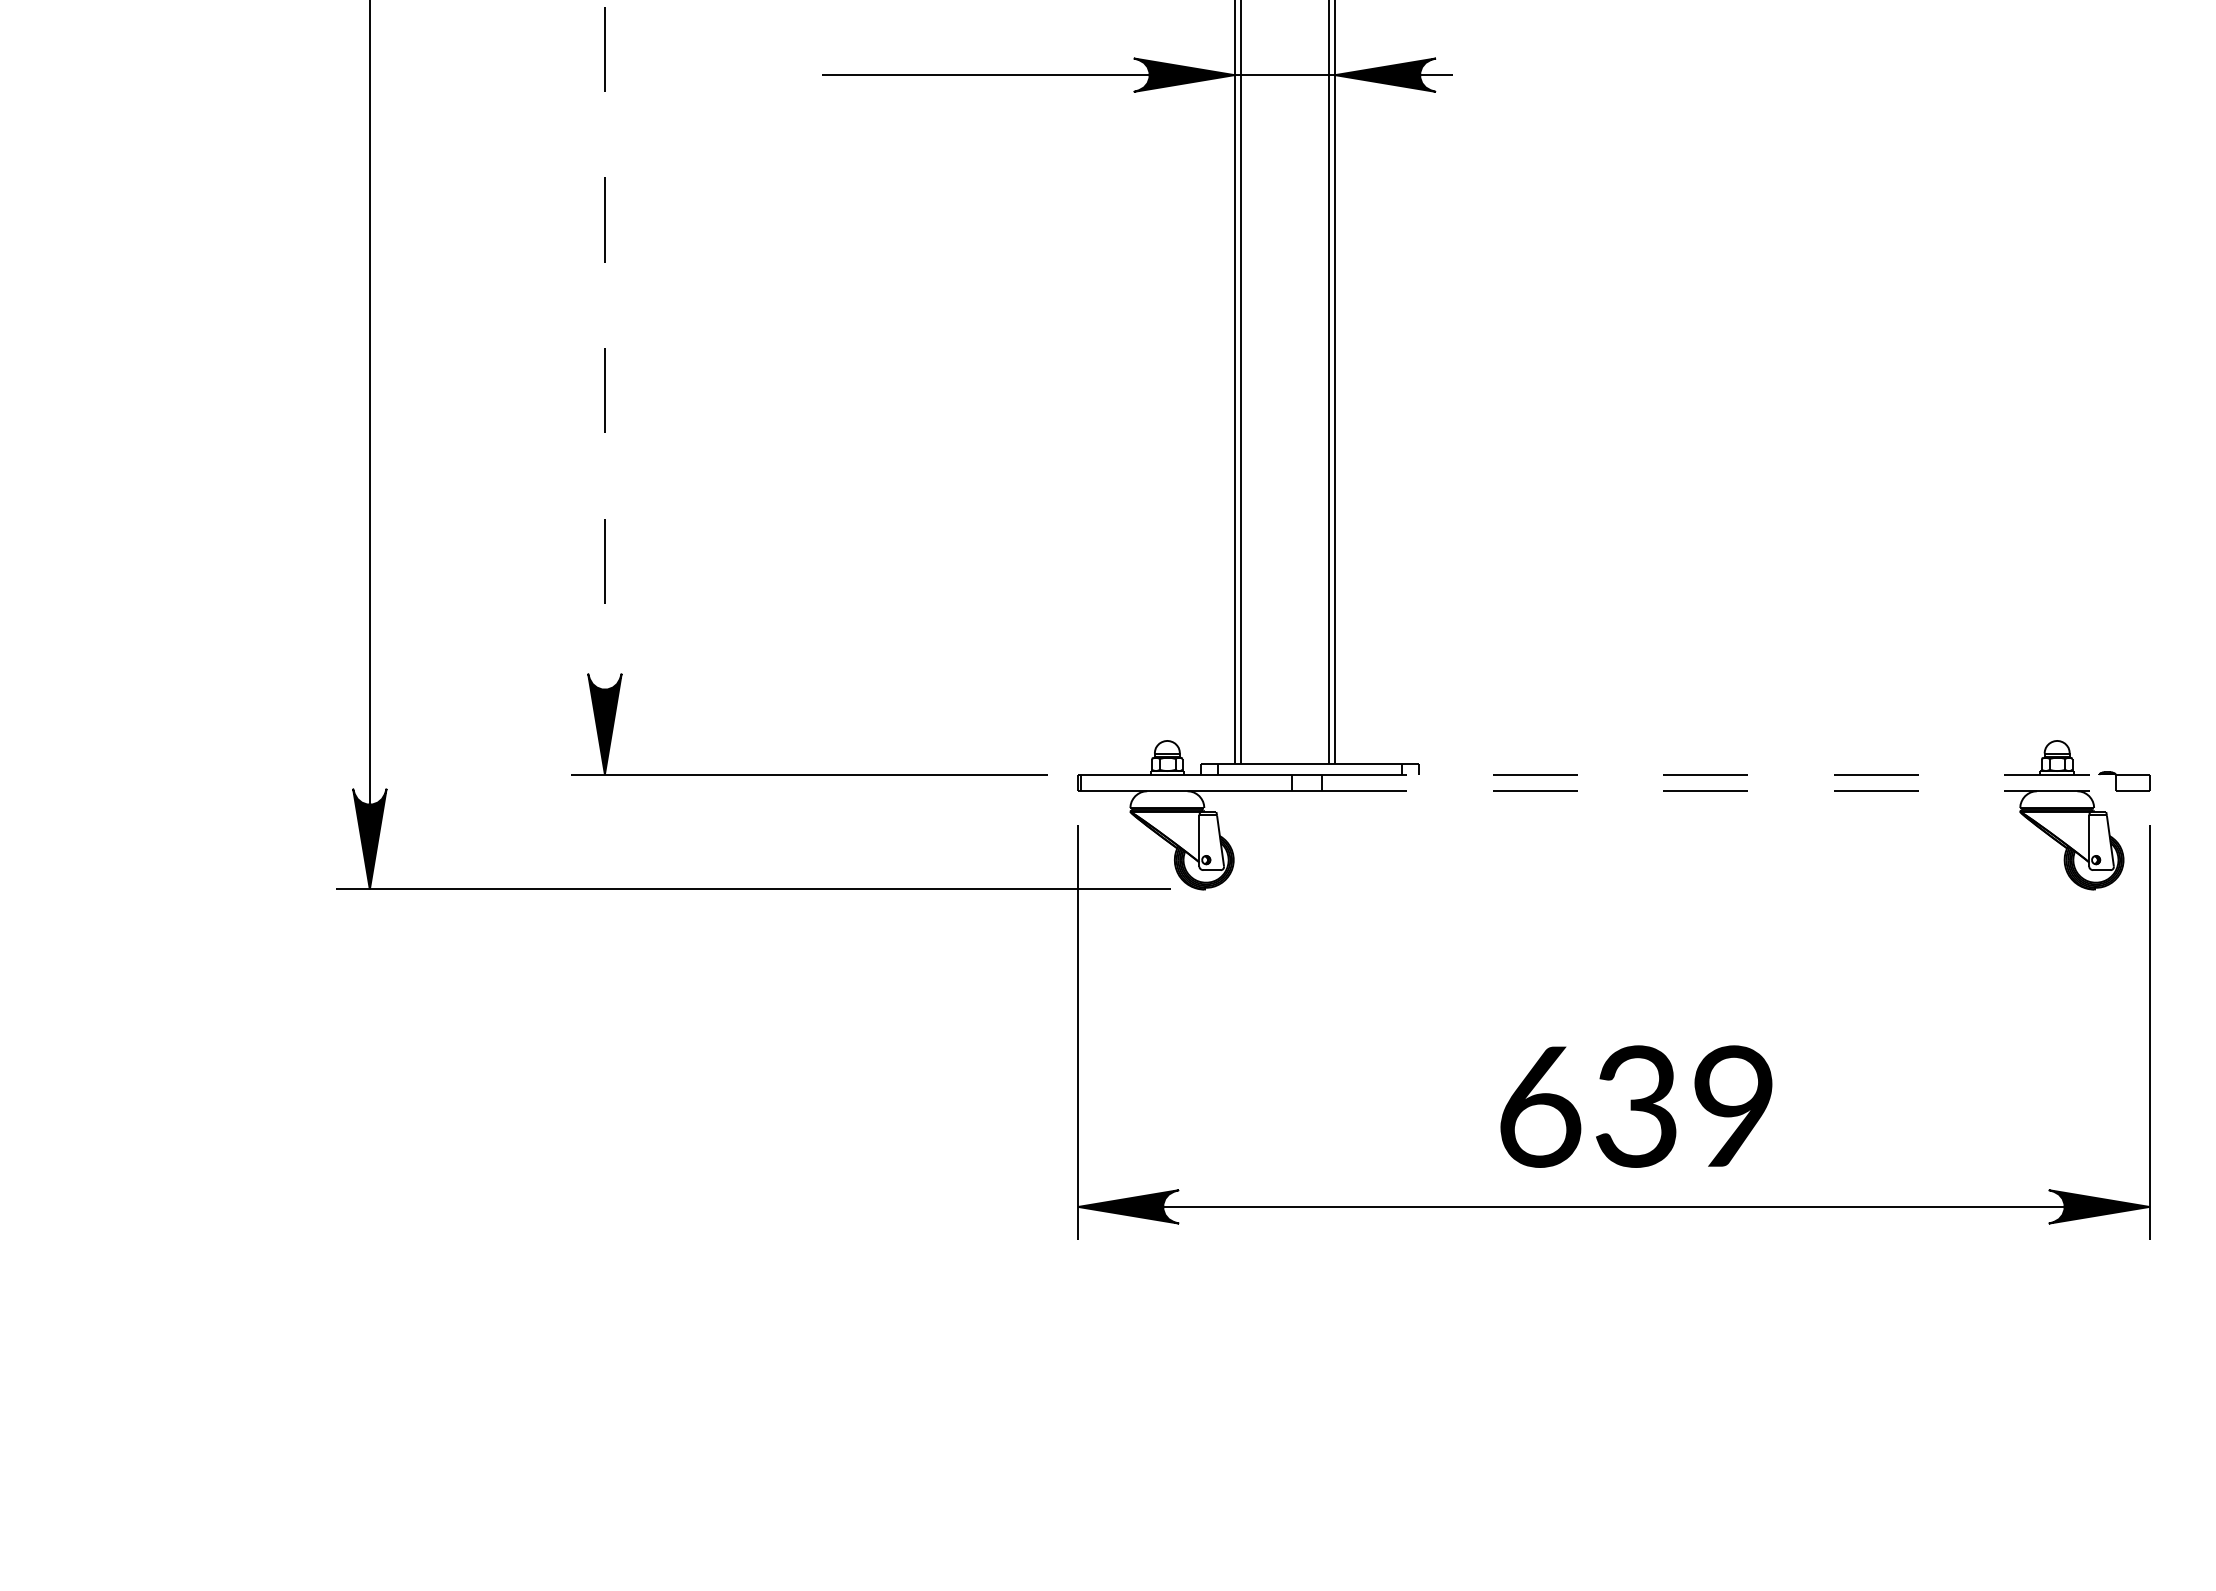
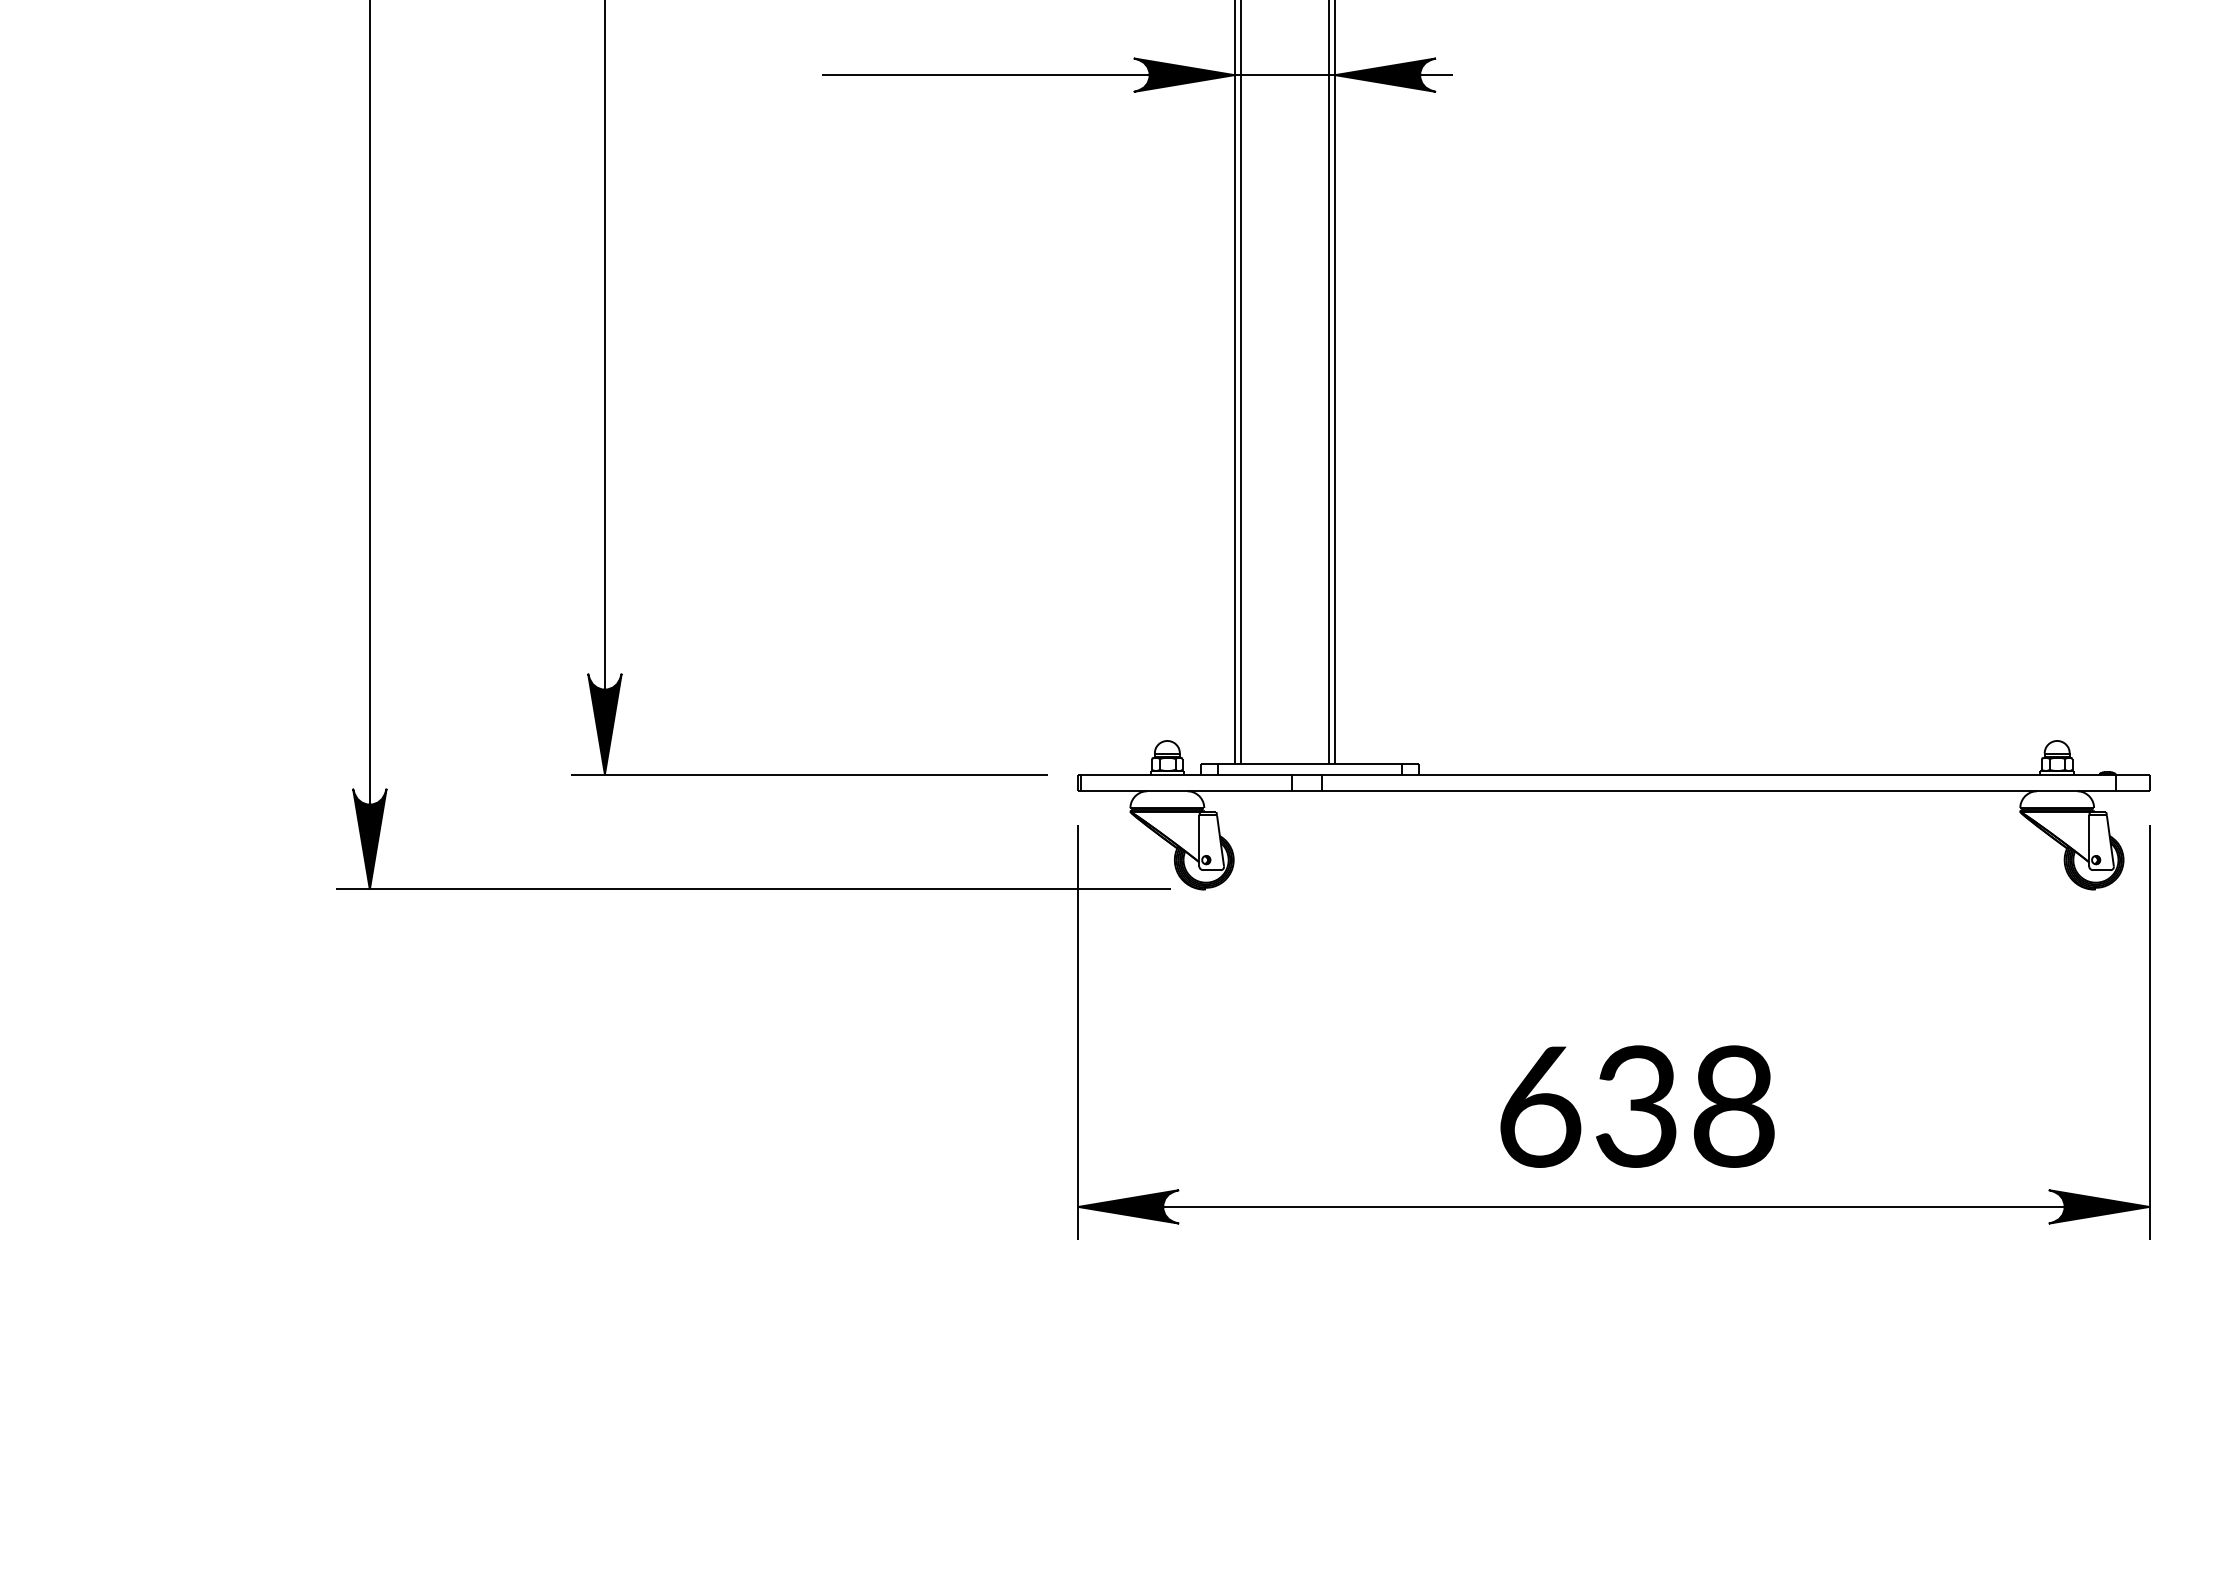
line at (604, 387): dashed -> solid
line at (1719, 774): dashed -> solid
line at (1719, 791): dashed -> solid
text at (1733, 1106): 639 -> 638
